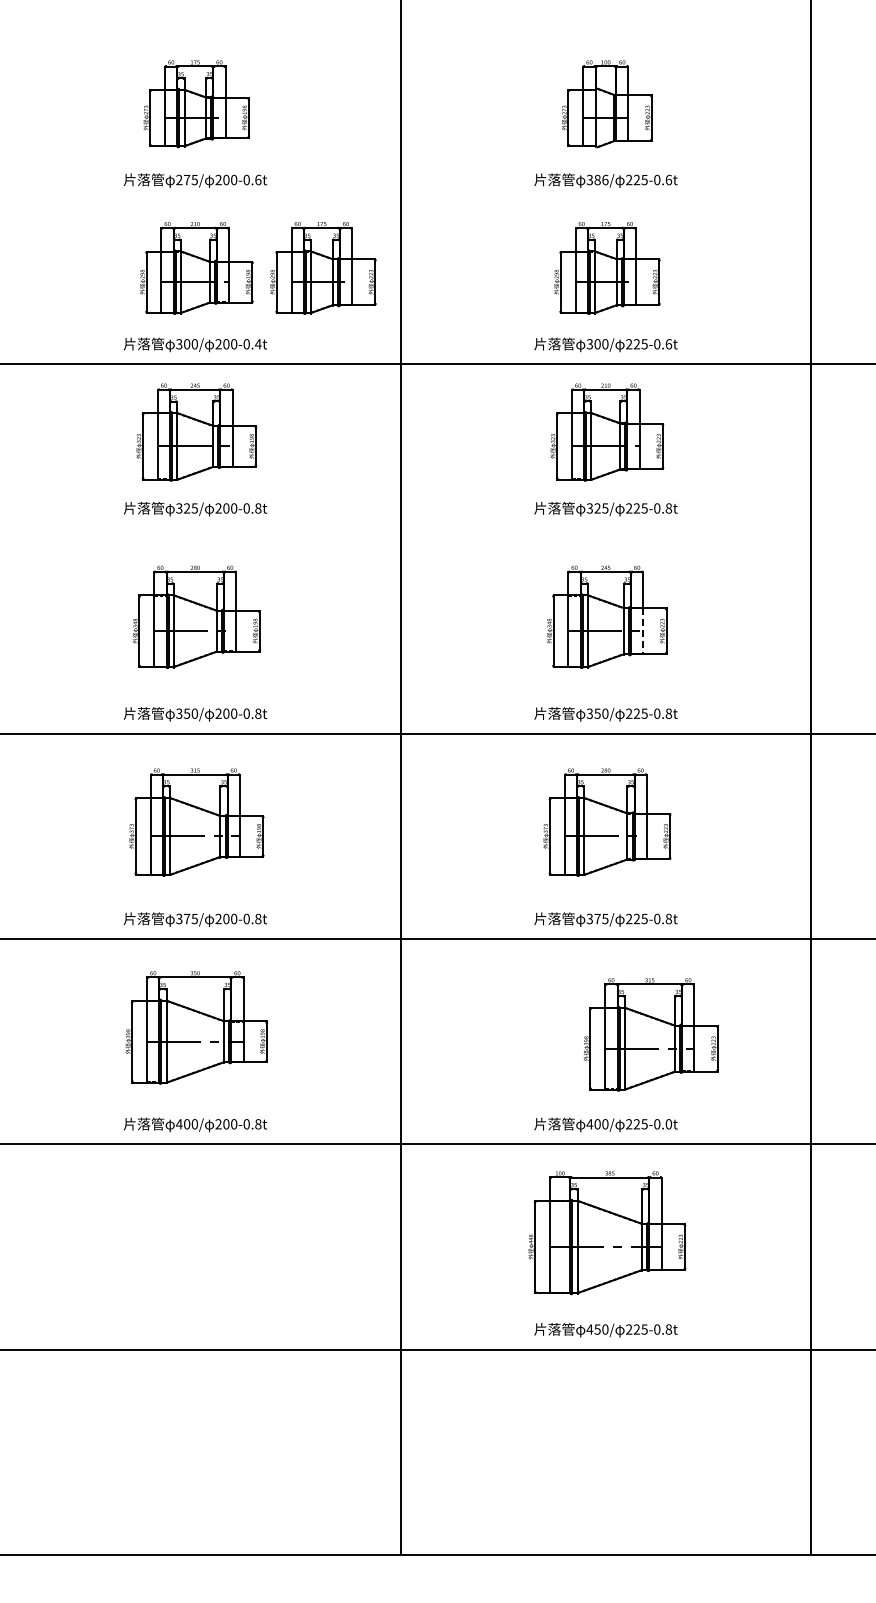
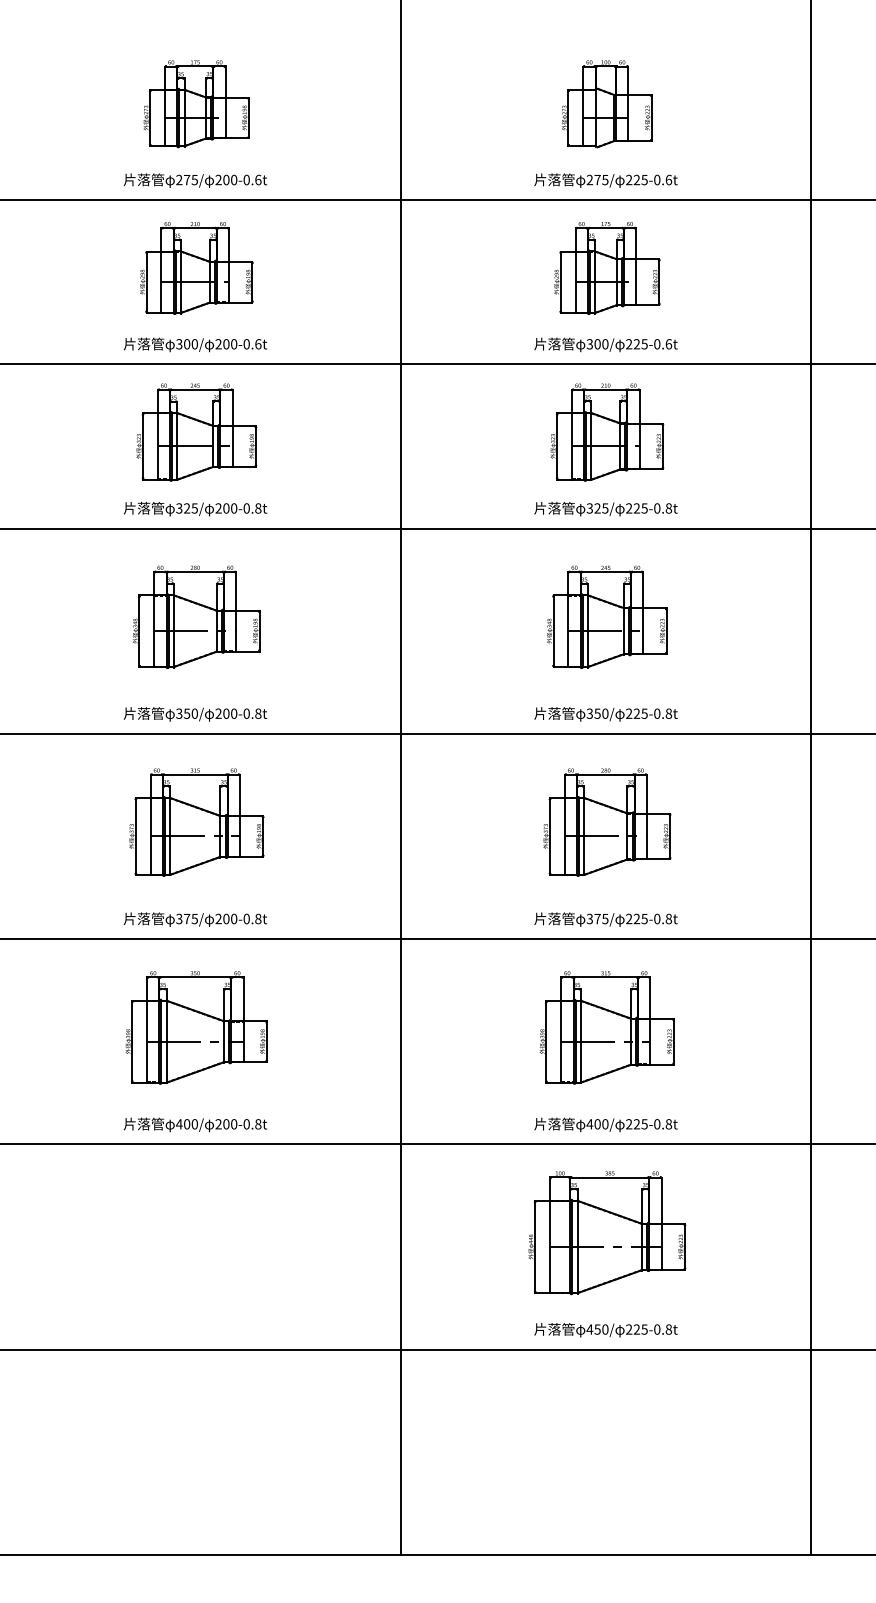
text at (597, 179): 386/ -> 275/
line at (437, 200): none -> present
part at (323, 268): present -> none
text at (257, 344): 200-0.4t -> 200-0.6t
line at (437, 528): none -> present
line at (643, 631): dashed -> solid
part at (650, 1034) position: (650, 1034) -> (606, 1027)
text at (668, 1124): 225-0.0t -> 225-0.8t
